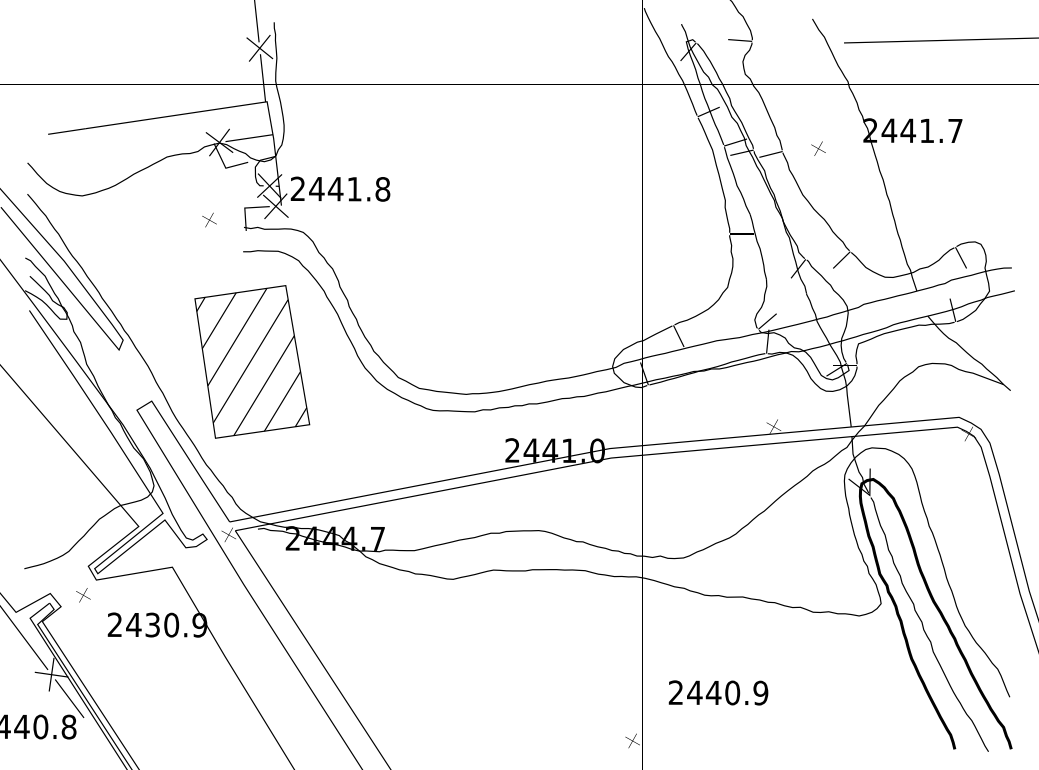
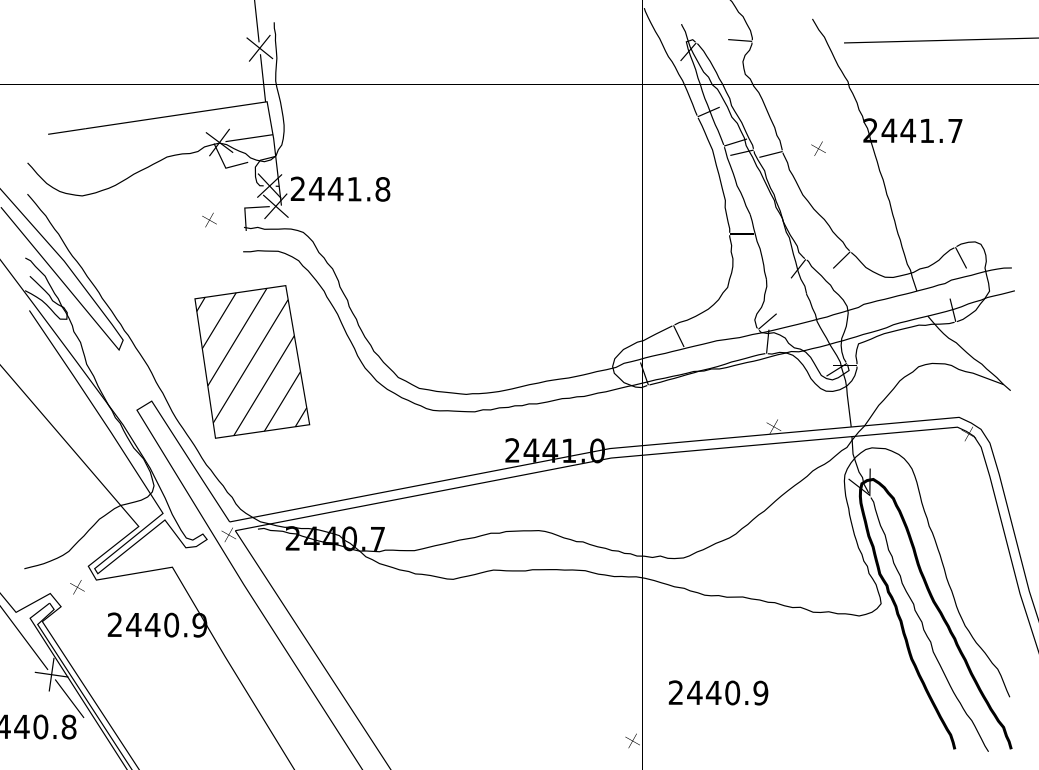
text at (349, 538): 2444.7 -> 2440.7
part at (83, 595) position: (83, 595) -> (77, 587)
text at (152, 624): 2430.9 -> 2440.9
